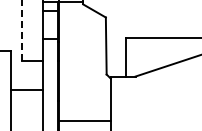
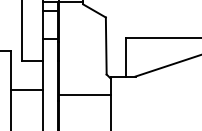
line at (22, 30): dashed -> solid
line at (84, 121) position: (84, 121) -> (84, 95)
